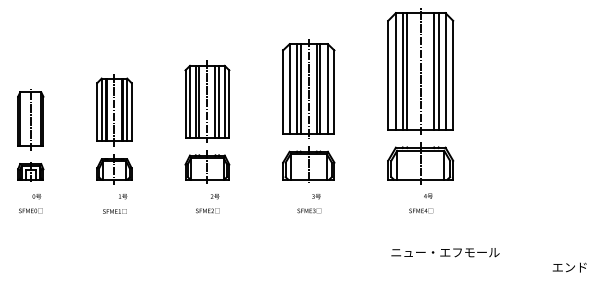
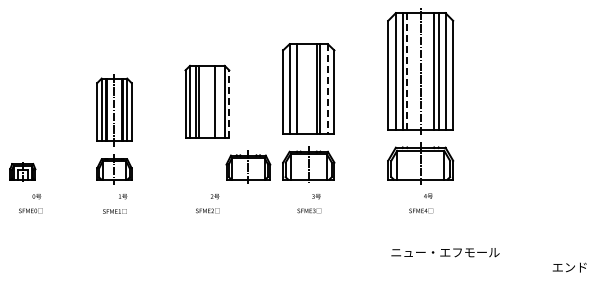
line at (407, 71): solid -> dashed
line at (300, 88): present -> none
line at (308, 88): present -> none
line at (327, 89): solid -> dashed
line at (207, 101): present -> none
line at (219, 101): present -> none
line at (229, 104): solid -> dashed
part at (30, 119): present -> none
part at (207, 166) position: (207, 166) -> (248, 166)
part at (30, 171) position: (30, 171) -> (22, 171)
